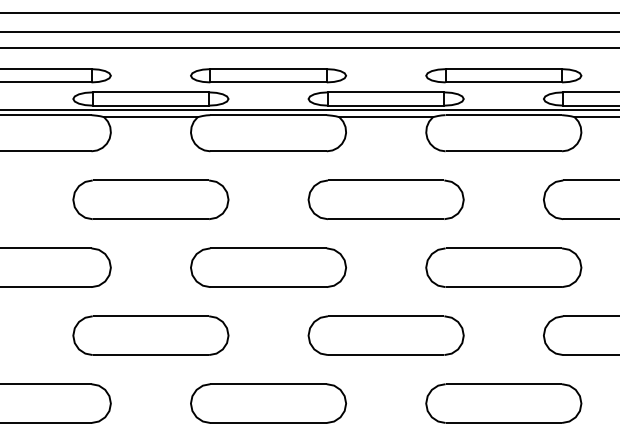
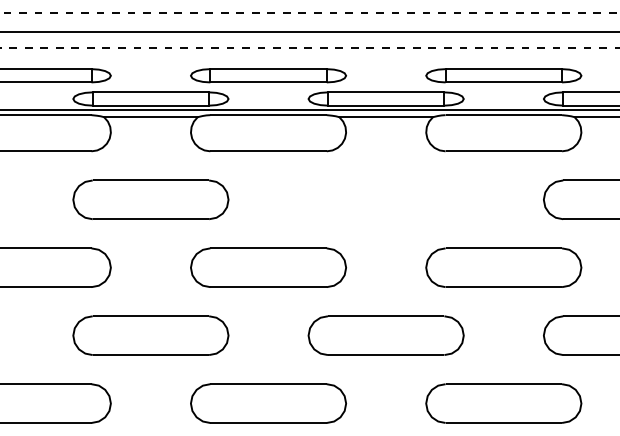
line at (310, 12): solid -> dashed
line at (310, 47): solid -> dashed
part at (385, 199): present -> none
